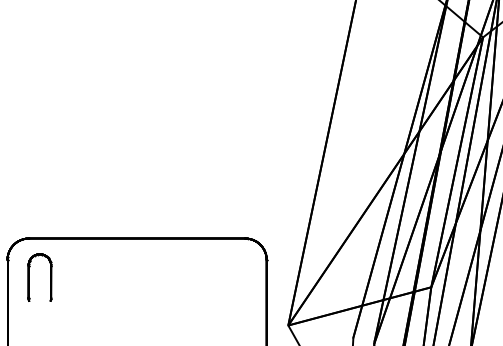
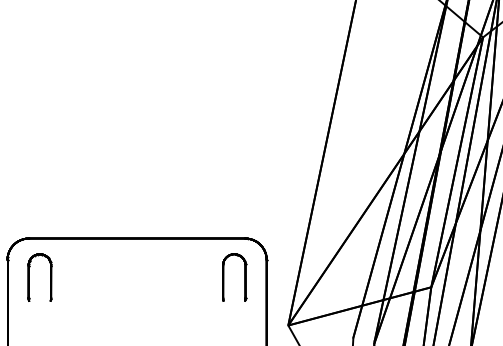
part at (224, 277): none -> present
